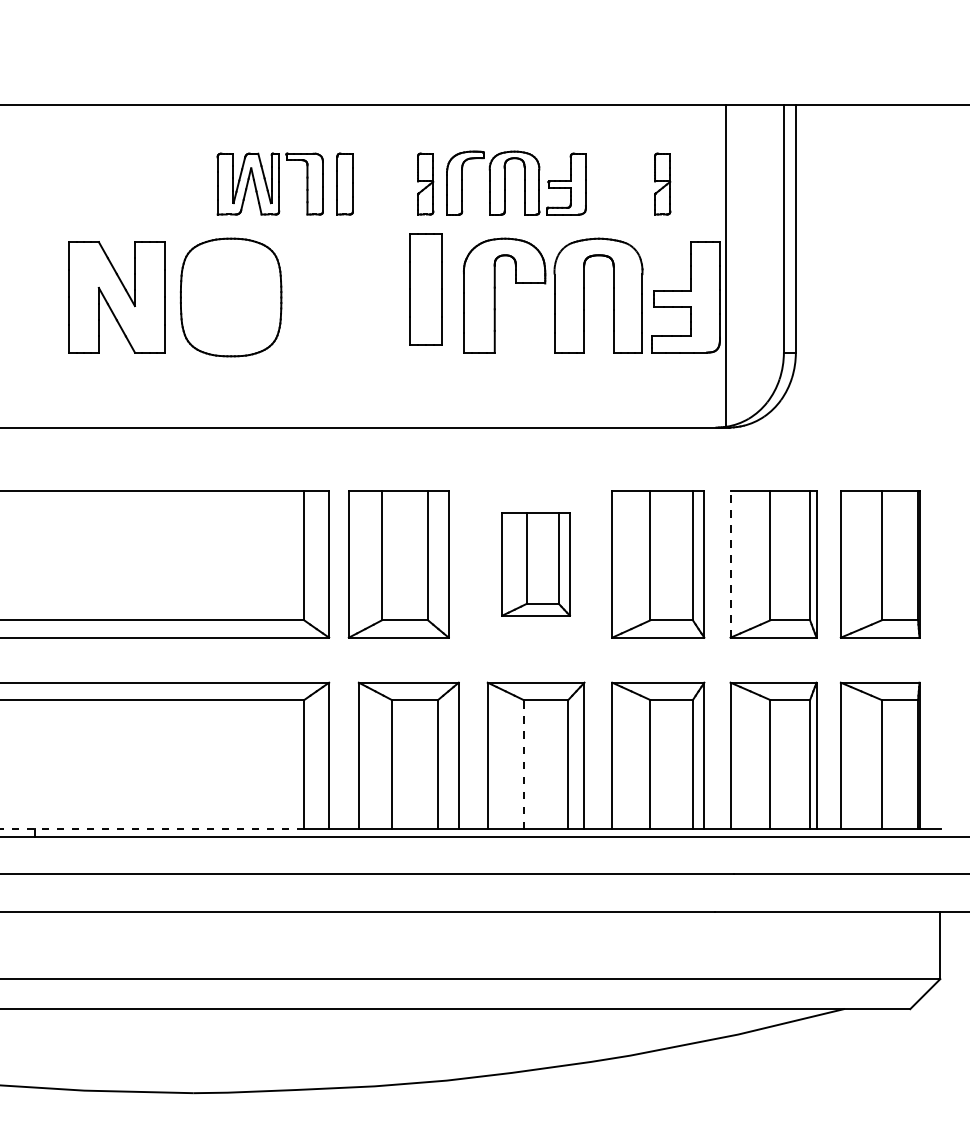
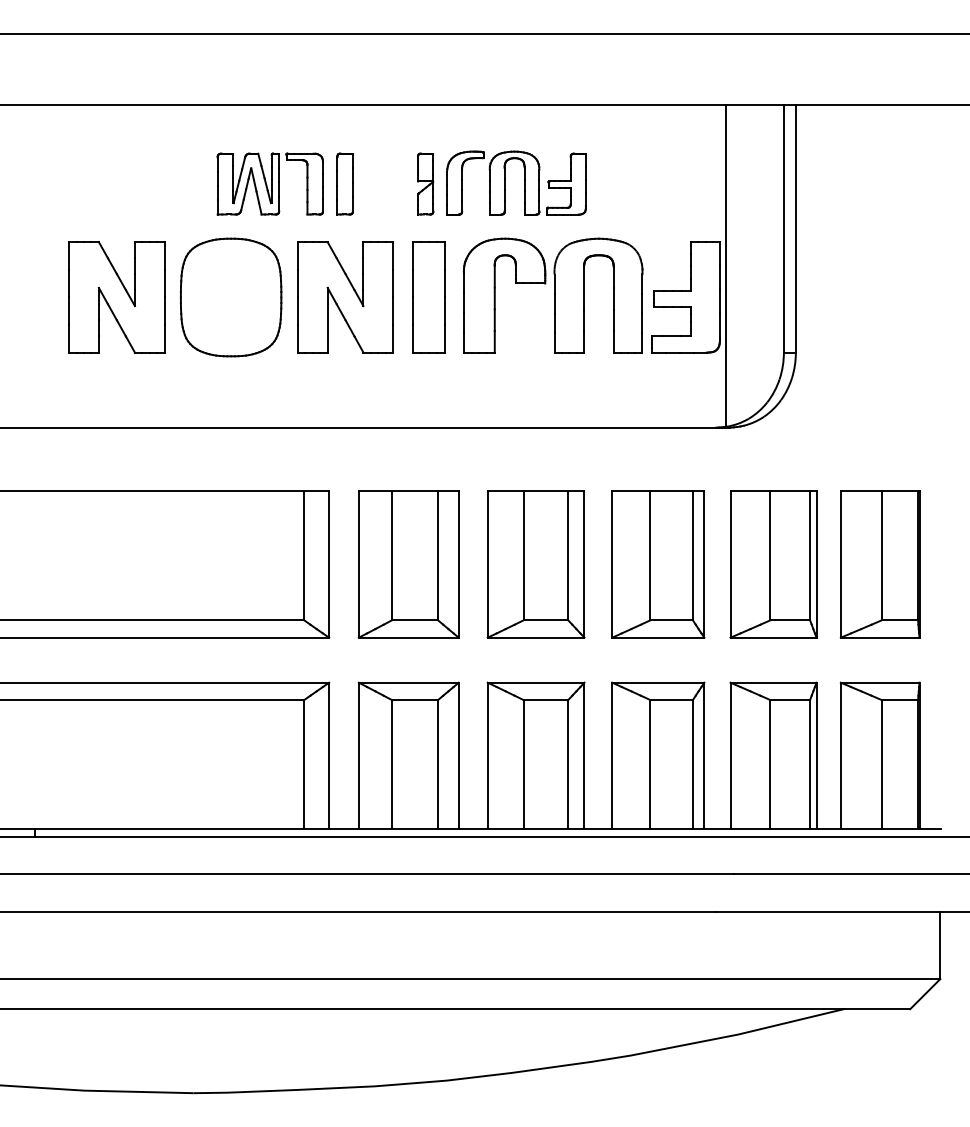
line at (484, 33): none -> present
part at (662, 183): present -> none
part at (425, 289) position: (425, 289) -> (428, 297)
part at (345, 297): none -> present
part at (398, 564) position: (398, 564) -> (408, 564)
part at (535, 564) size: 70x105 px -> 100x149 px
line at (730, 564): dashed -> solid
line at (523, 764): dashed -> solid
line at (152, 829): dashed -> solid
